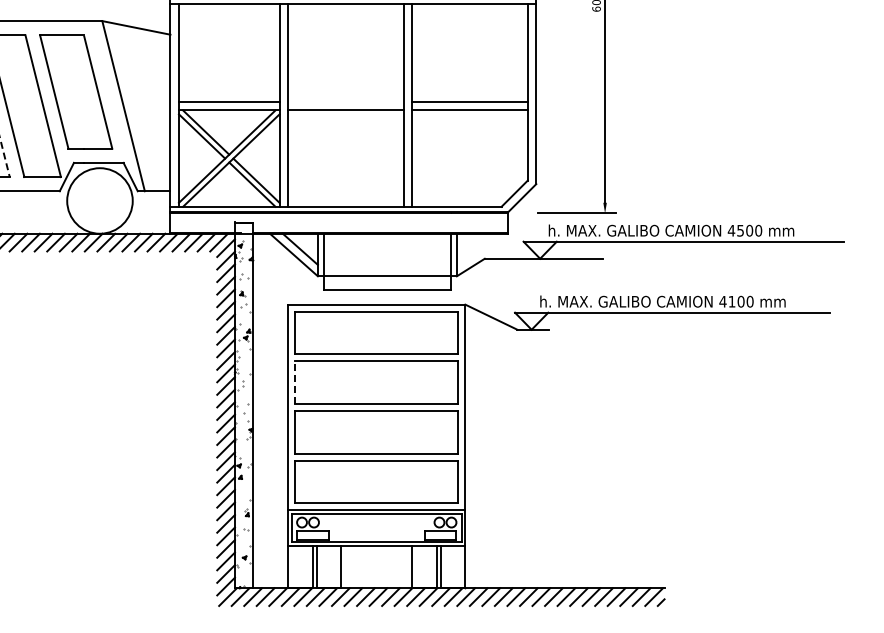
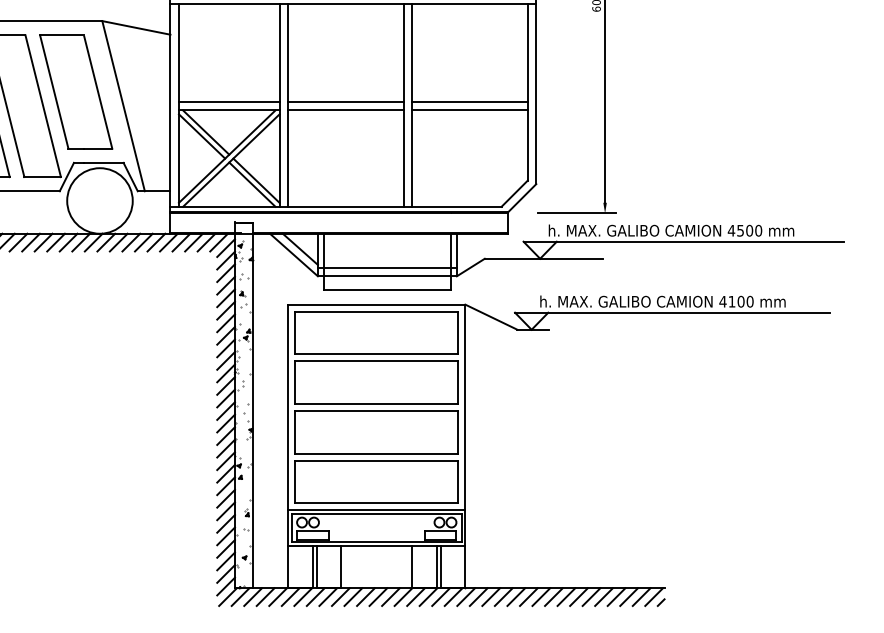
line at (345, 101): none -> present
line at (4, 157): dashed -> solid
line at (386, 267): none -> present
line at (295, 382): dashed -> solid
